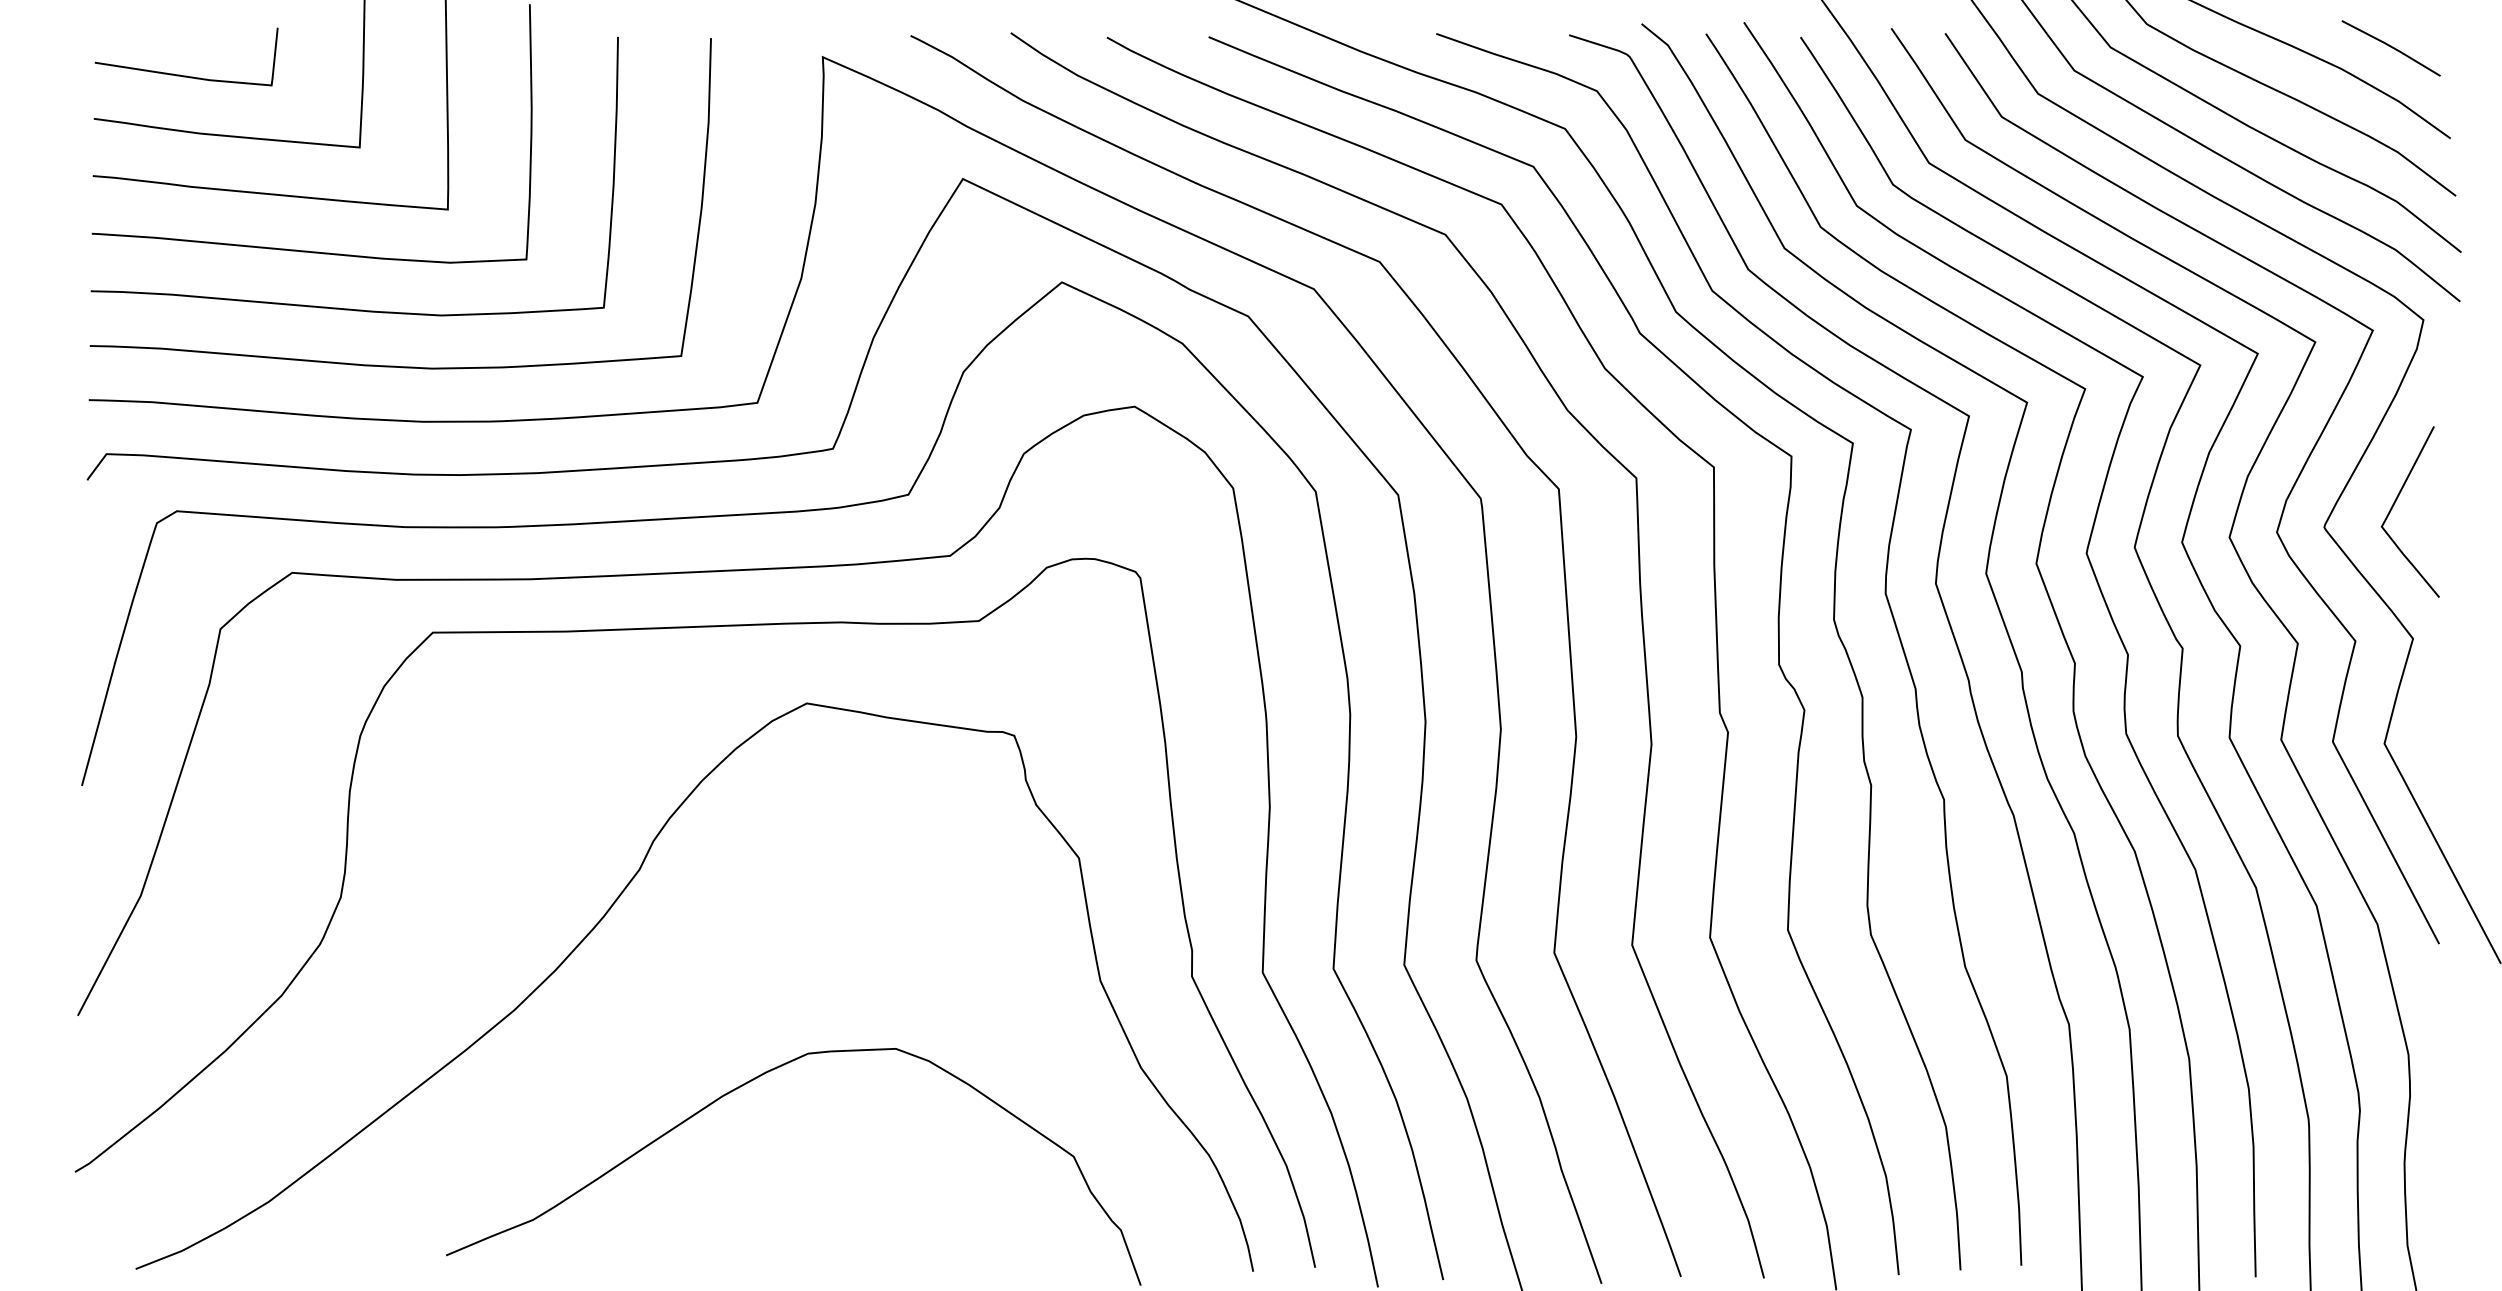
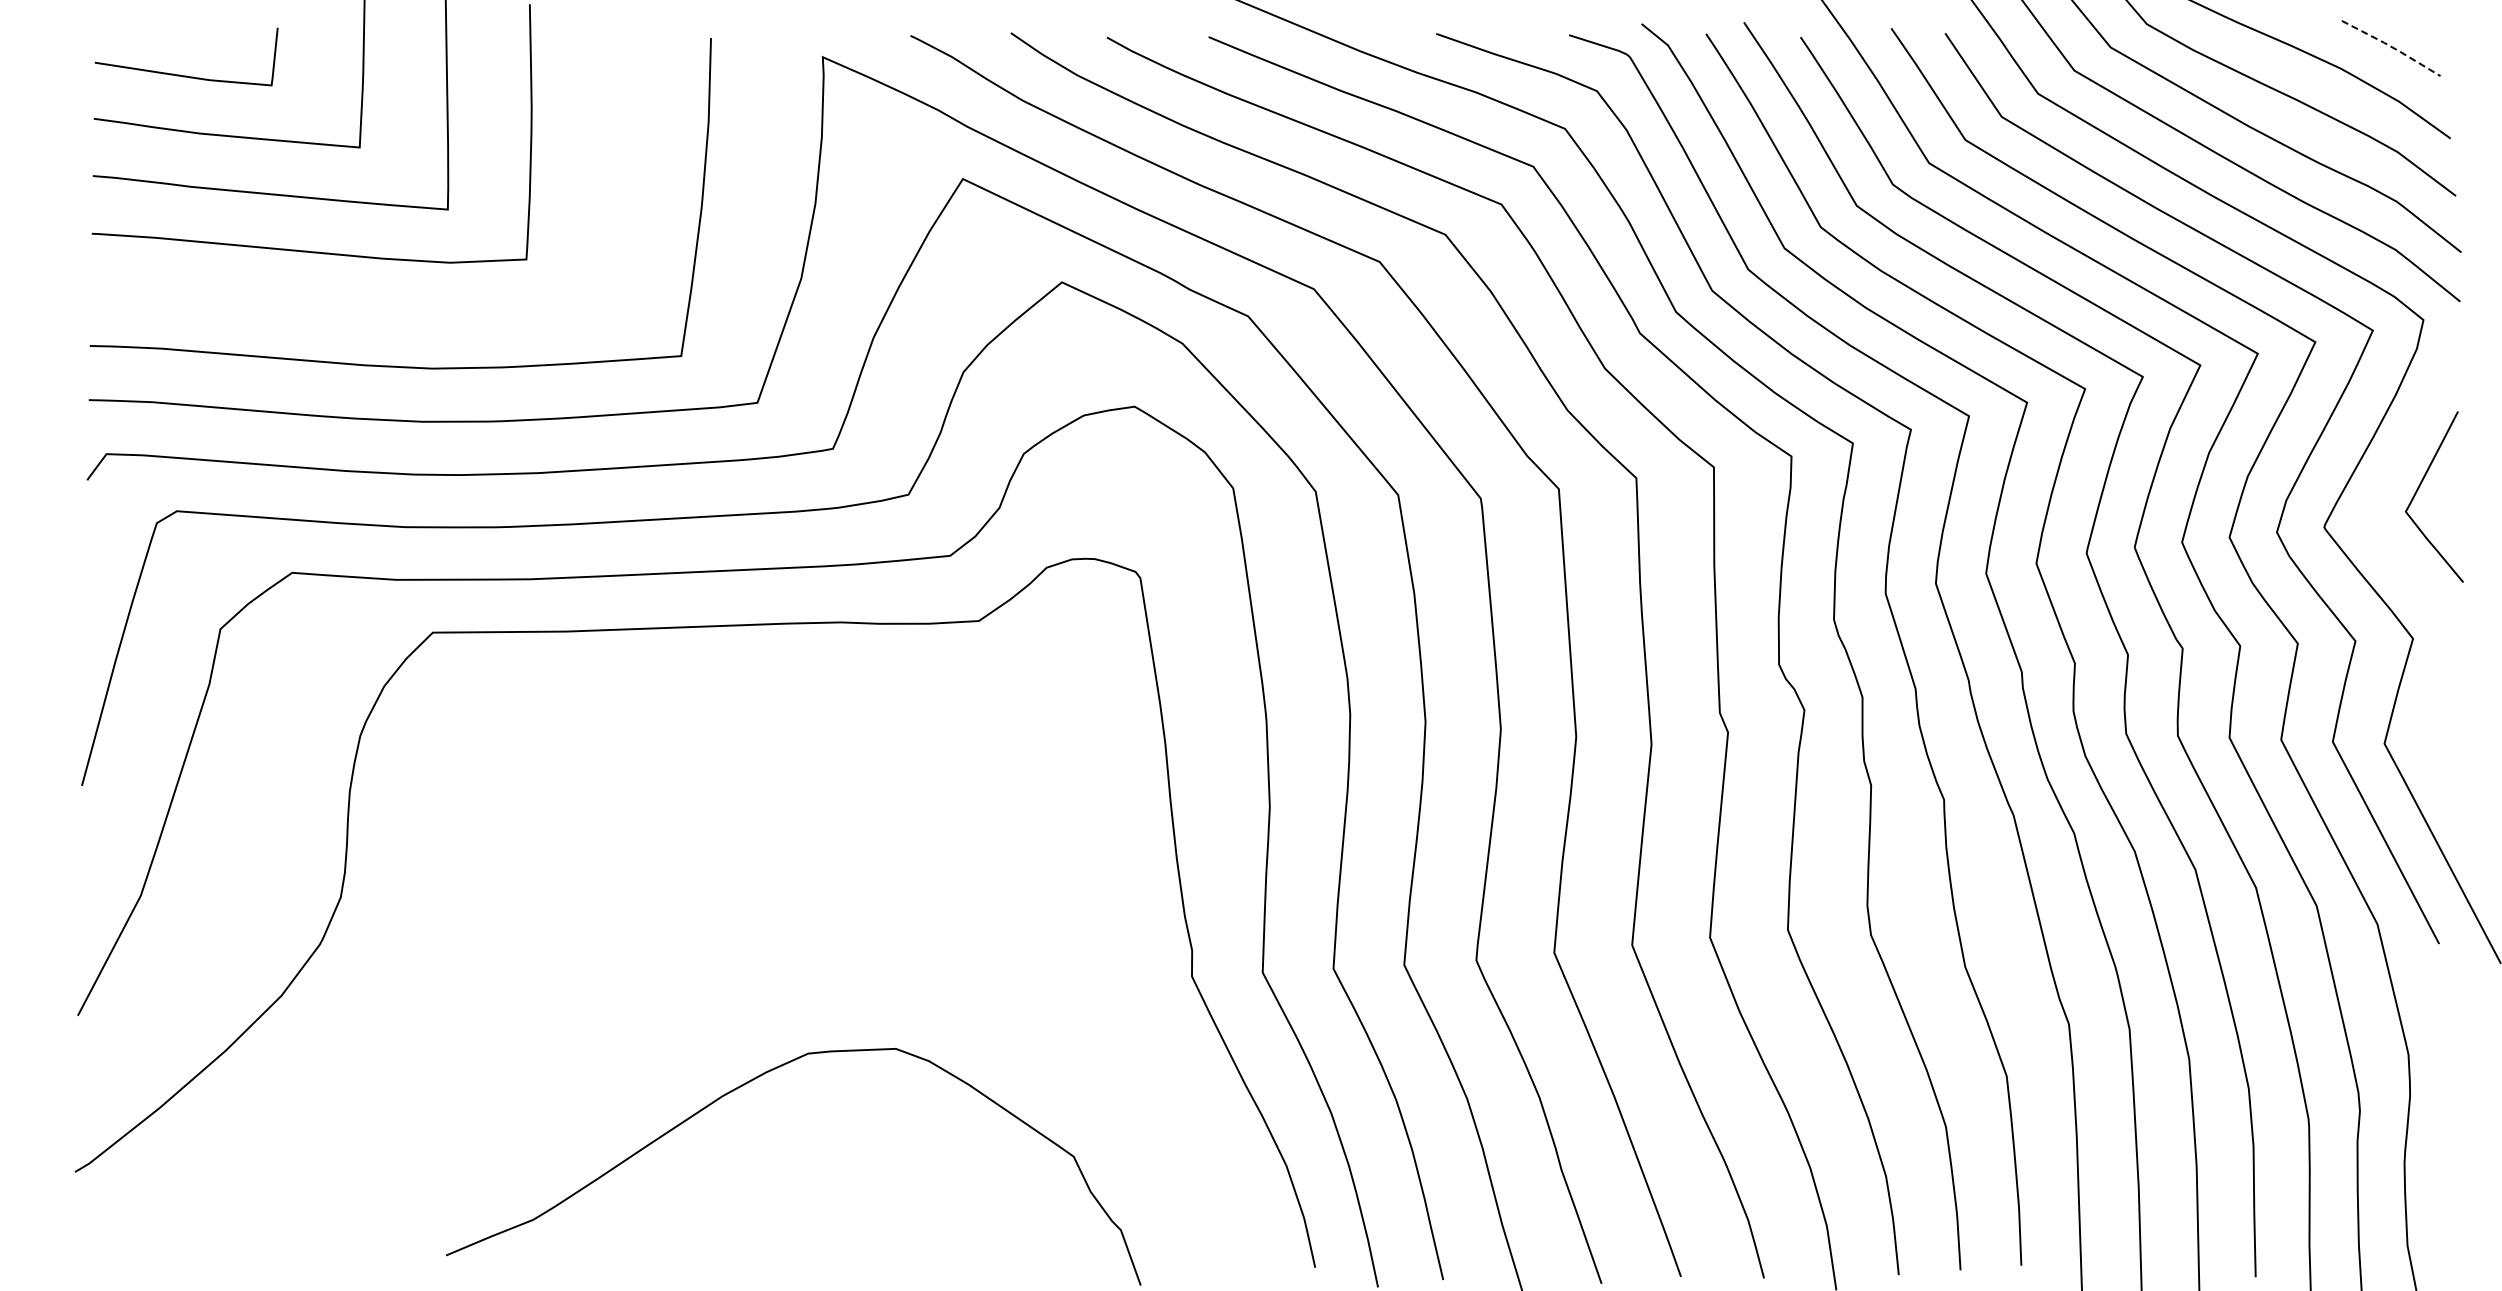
line at (2392, 47): solid -> dashed
curve at (339, 307): present -> none
curve at (2395, 503) position: (2395, 503) -> (2419, 488)
curve at (605, 916): present -> none
